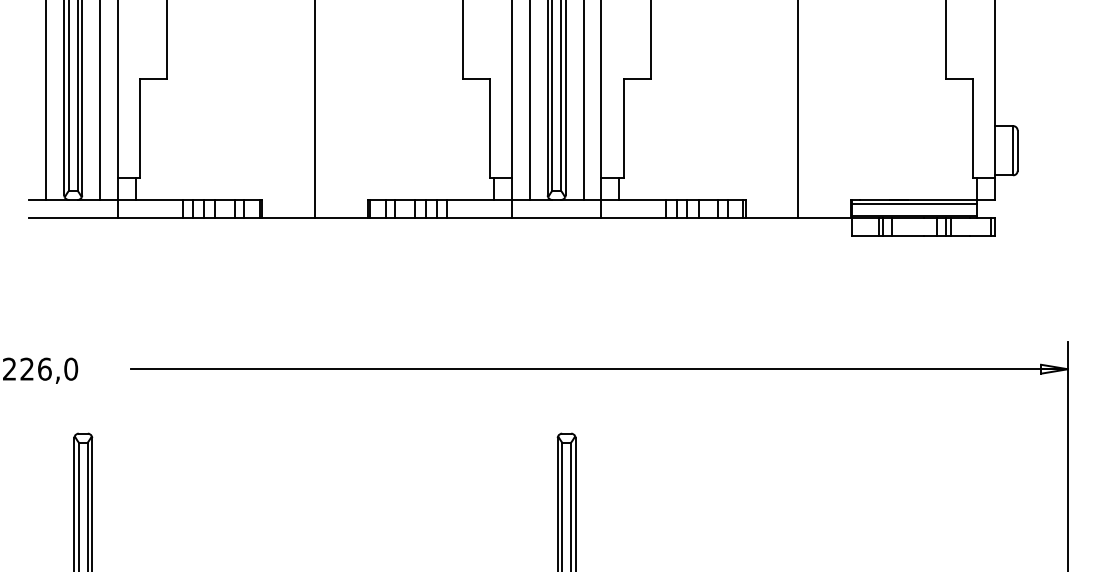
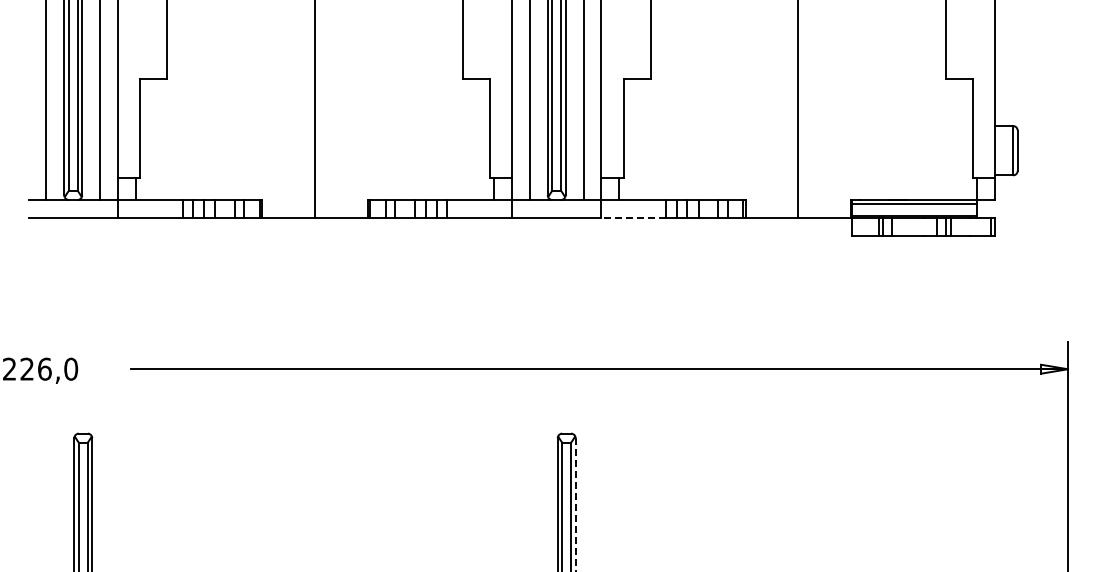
line at (633, 217): solid -> dashed
line at (575, 504): solid -> dashed
